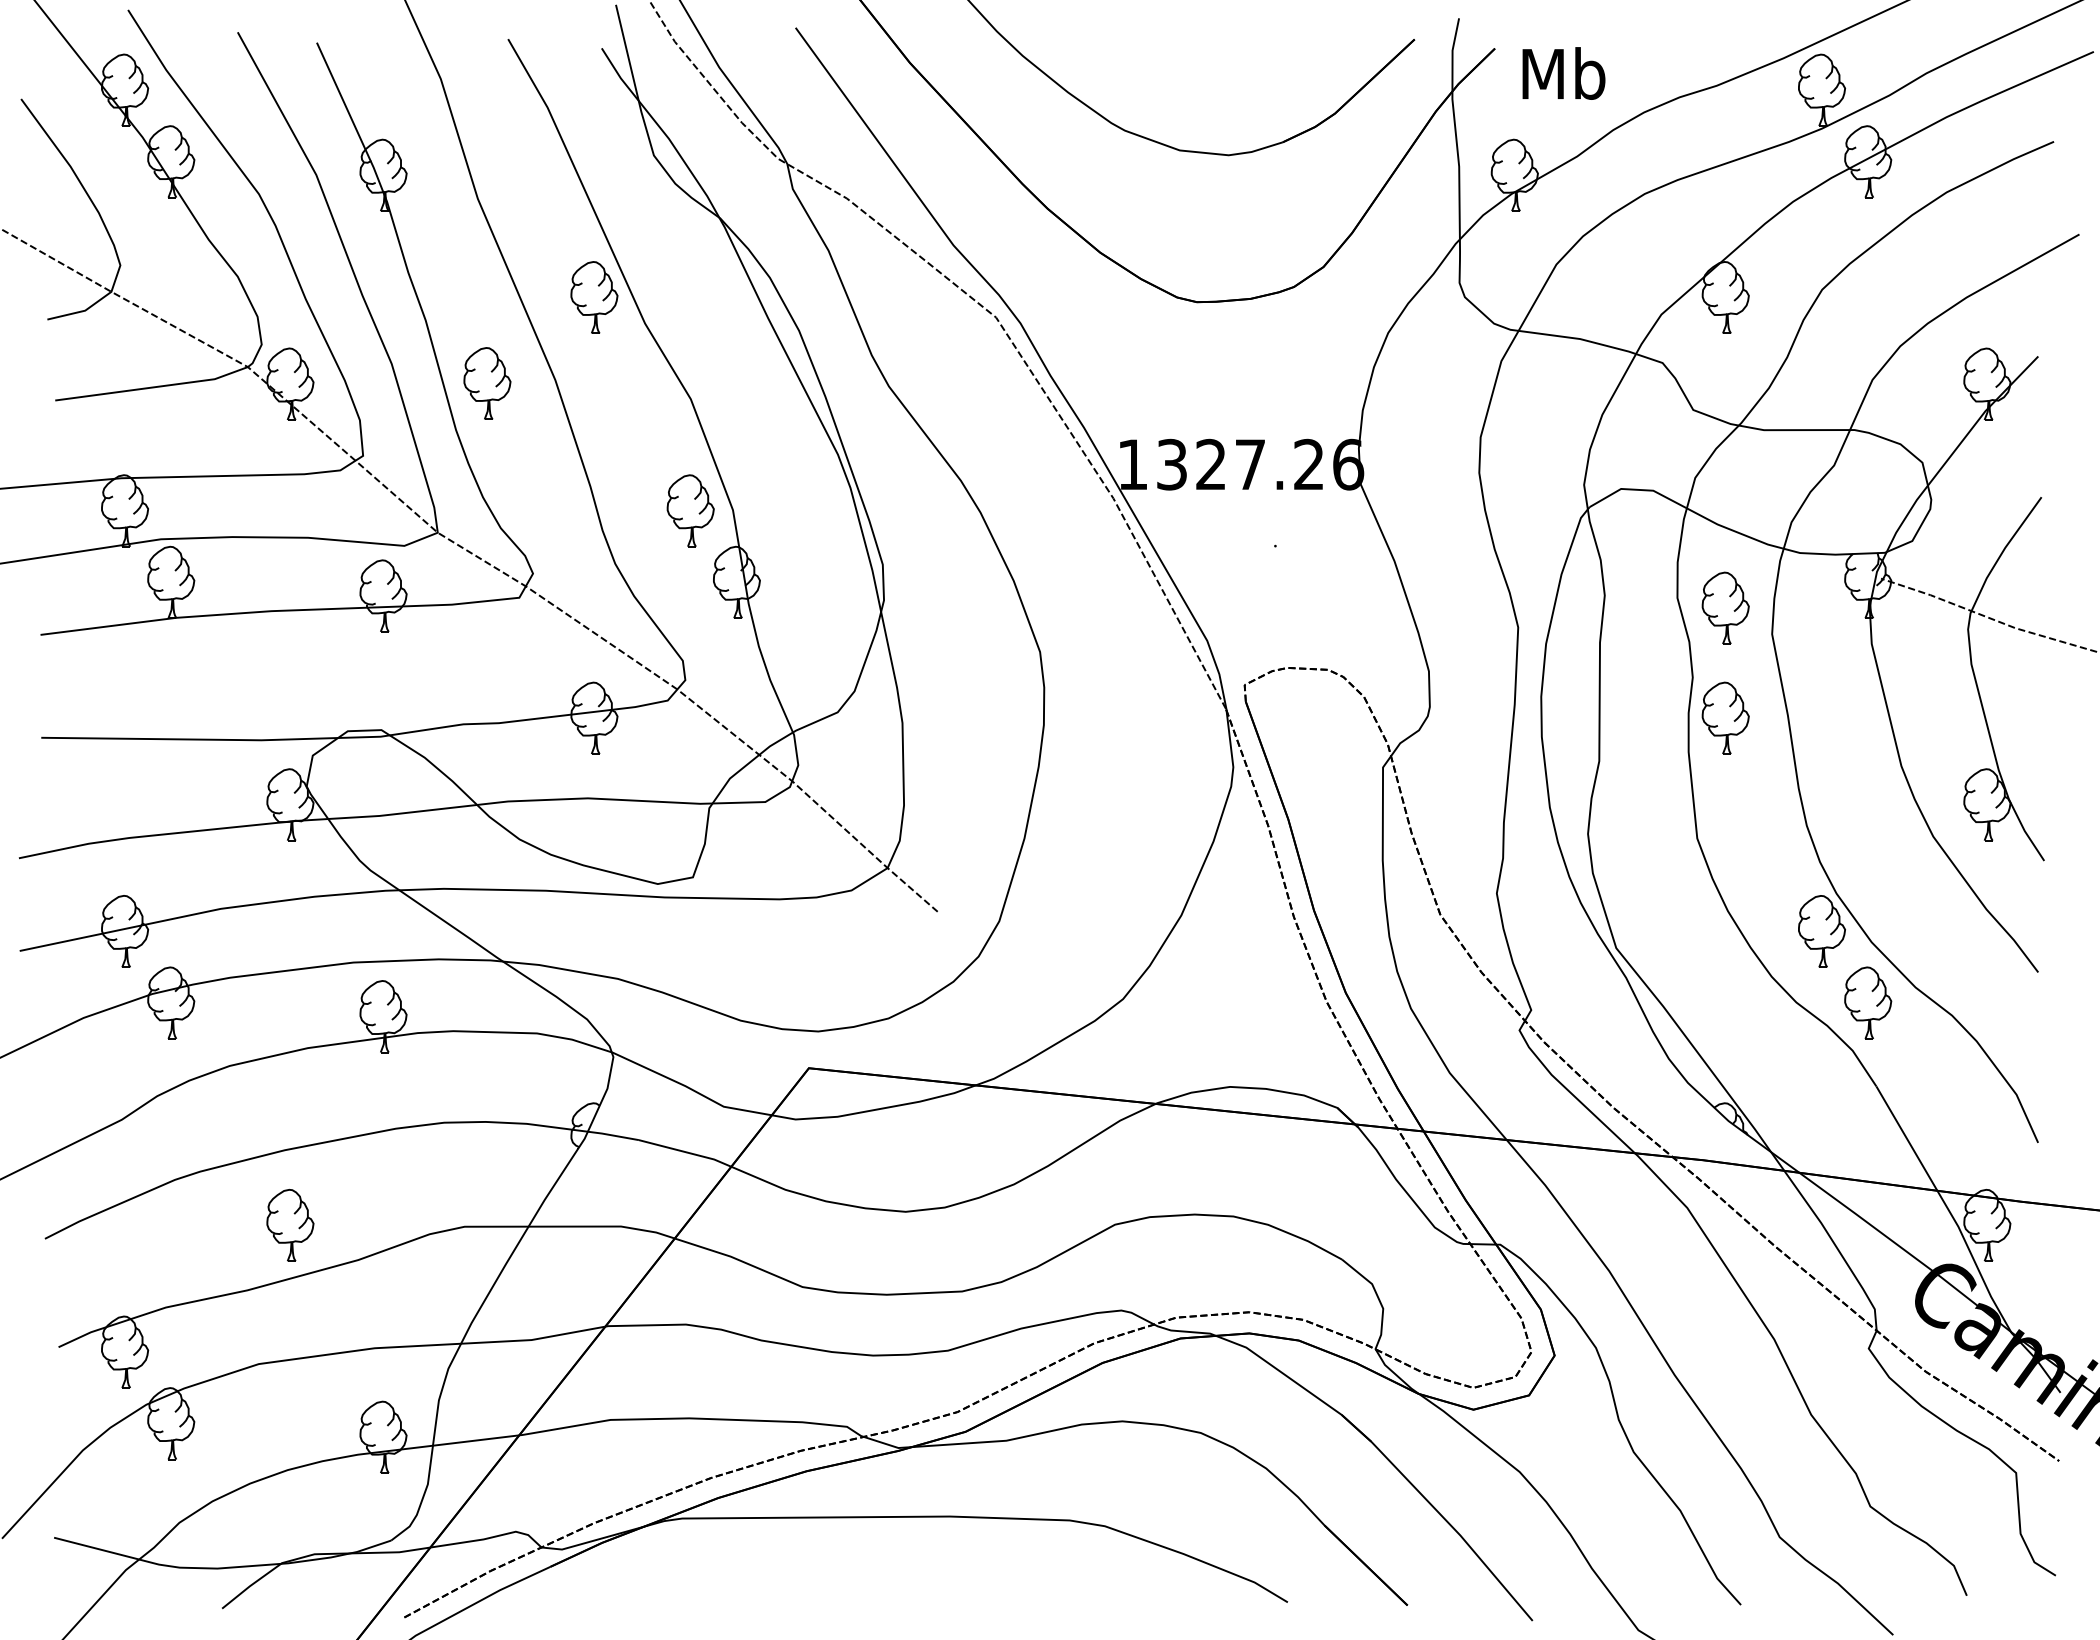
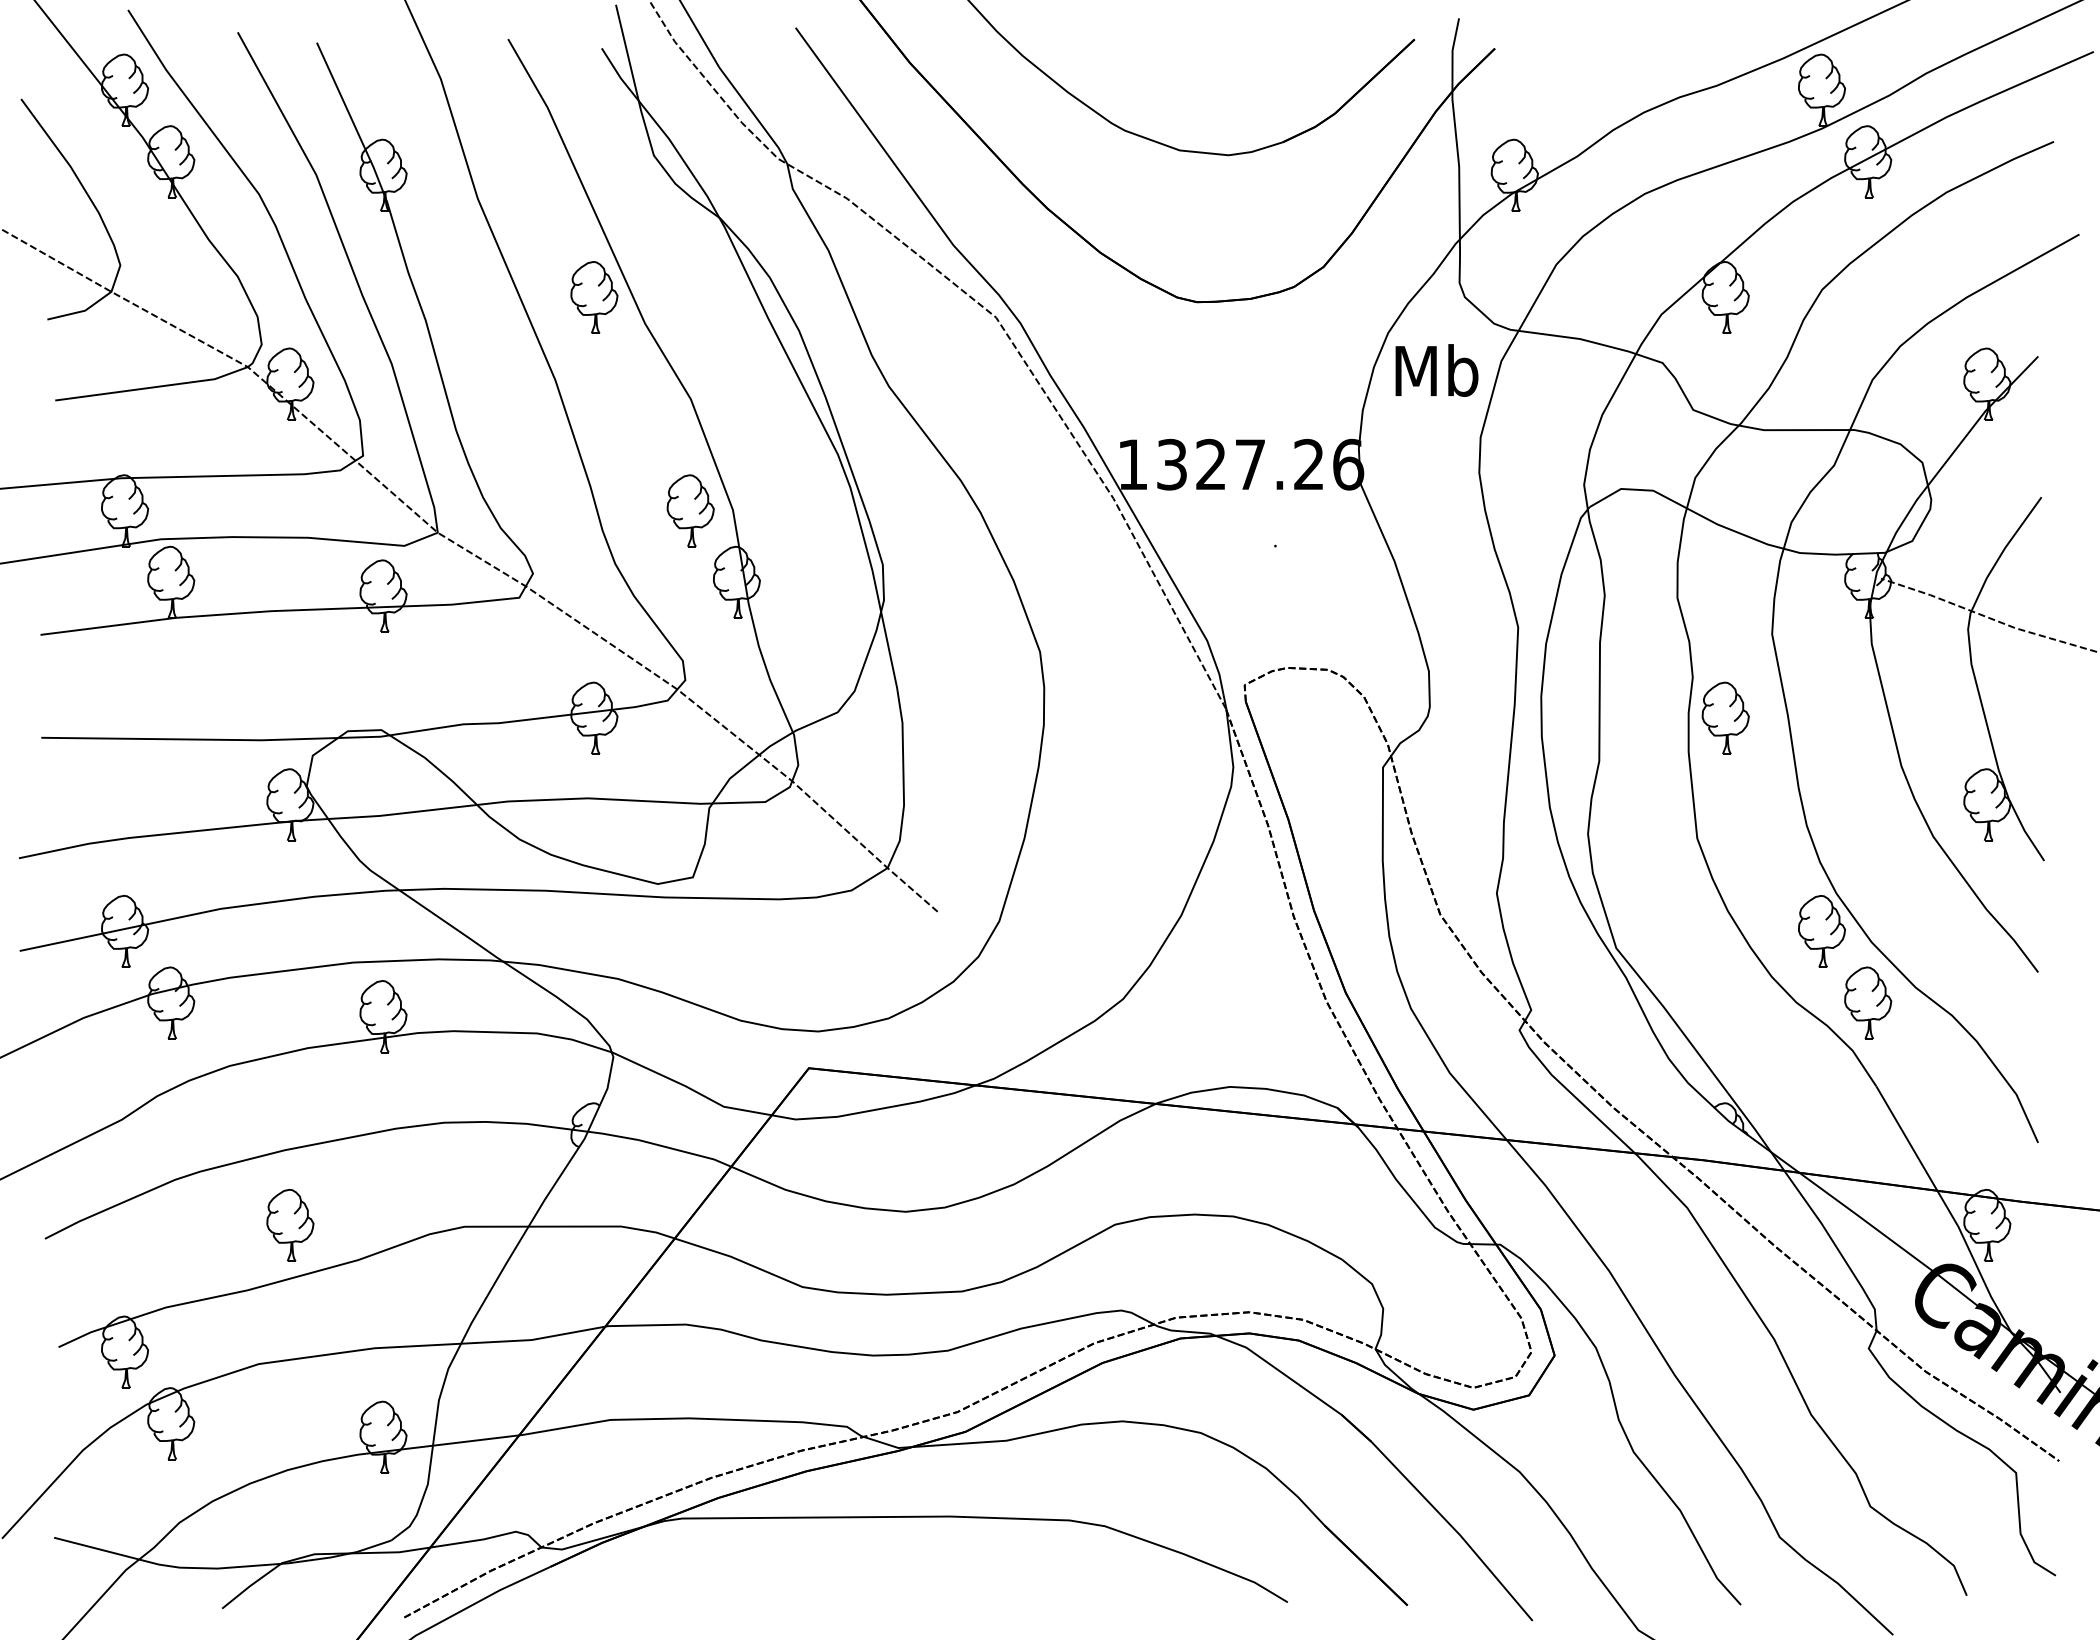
text at (1563, 73) position: (1563, 73) -> (1436, 370)
part at (487, 383): present -> none
part at (1725, 607): present -> none
